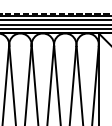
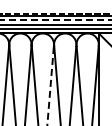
line at (56, 20): solid -> dashed
line at (50, 86): solid -> dashed
